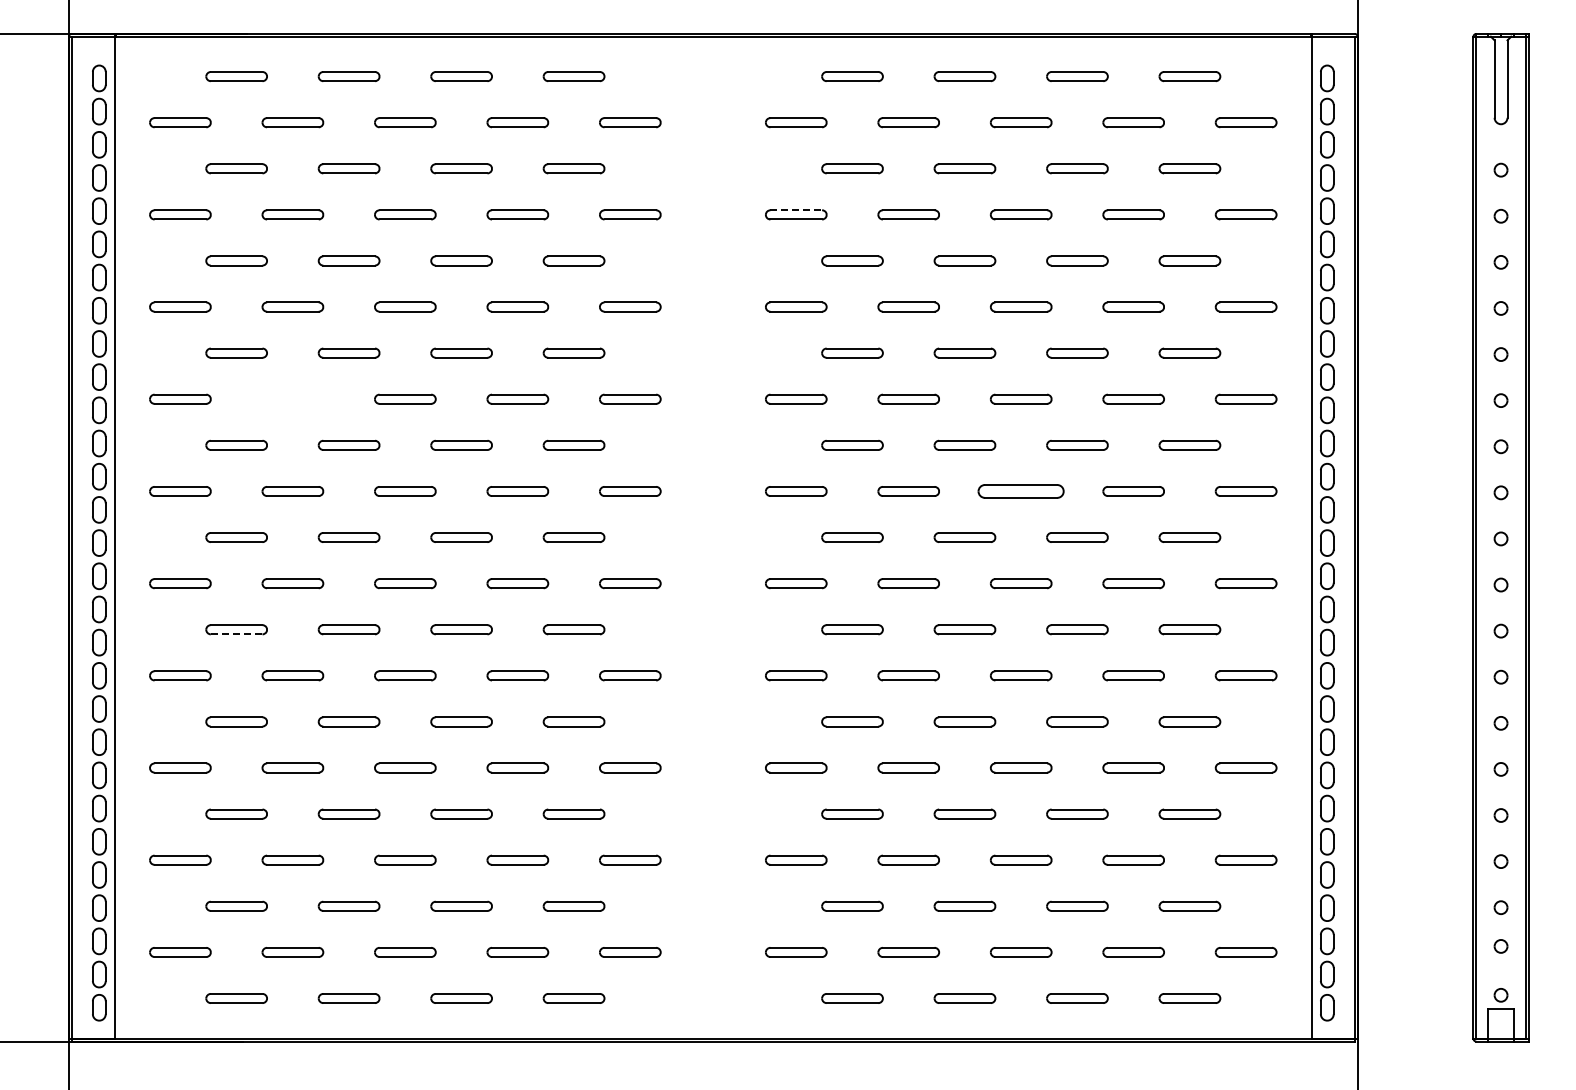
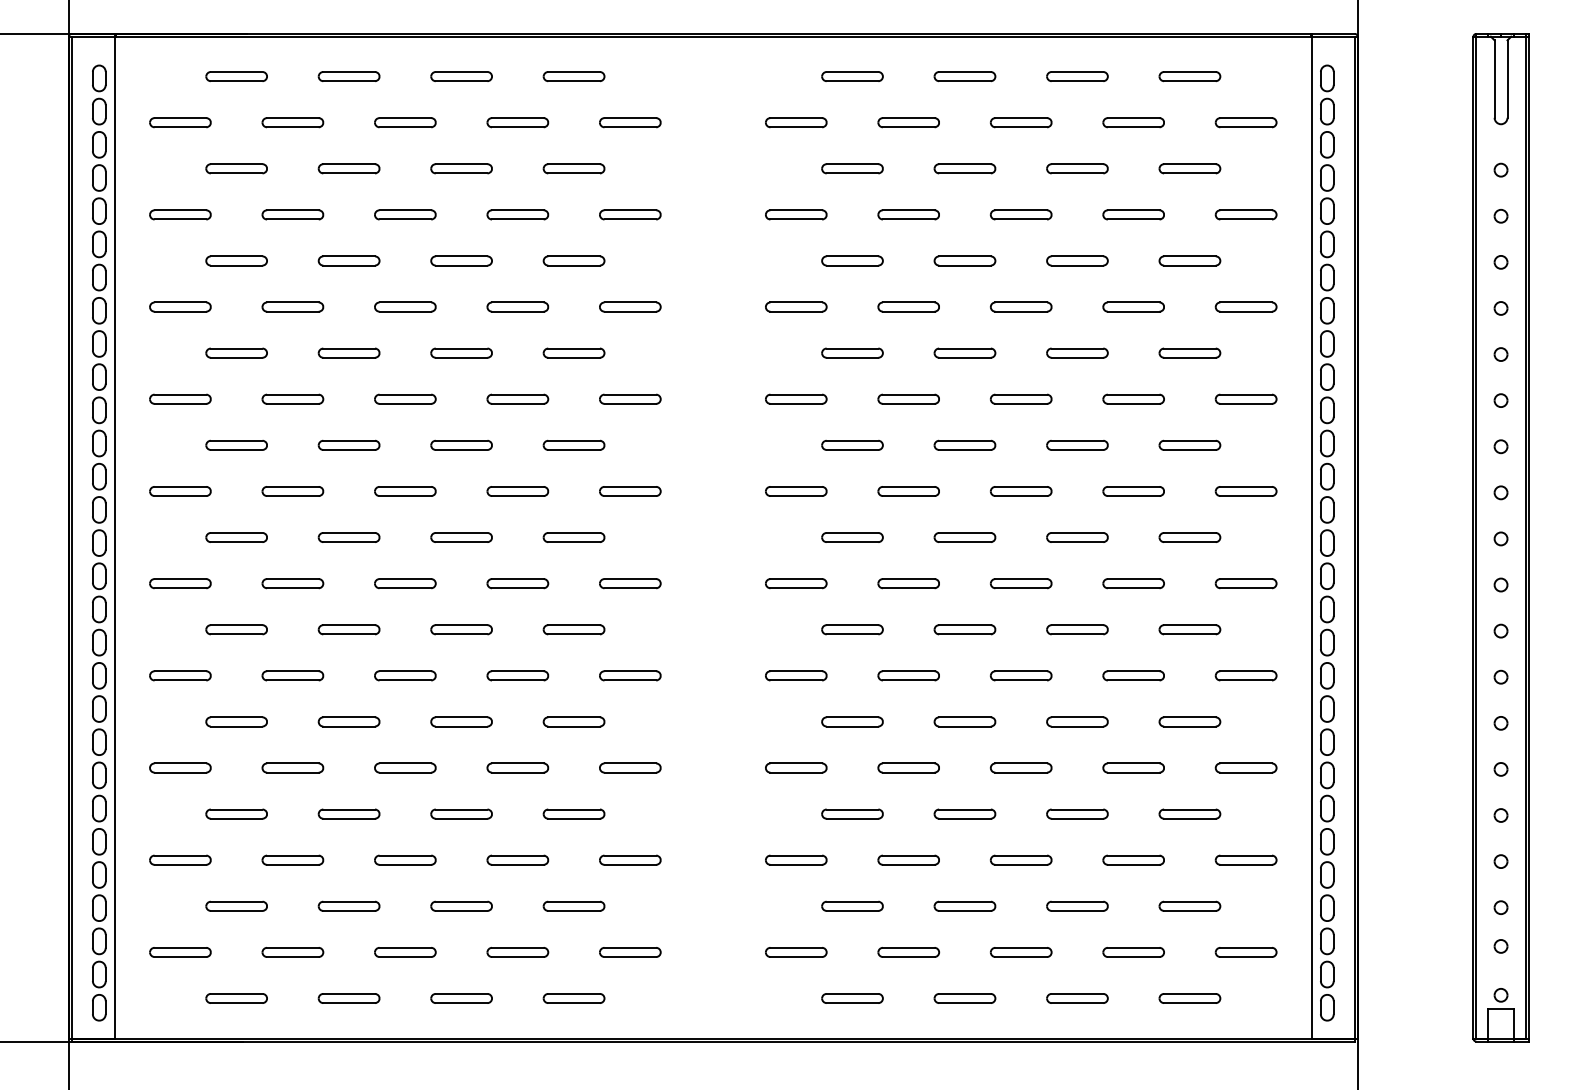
line at (796, 210): dashed -> solid
part at (292, 398): none -> present
part at (1020, 491) size: 88x15 px -> 63x11 px
line at (236, 634): dashed -> solid
